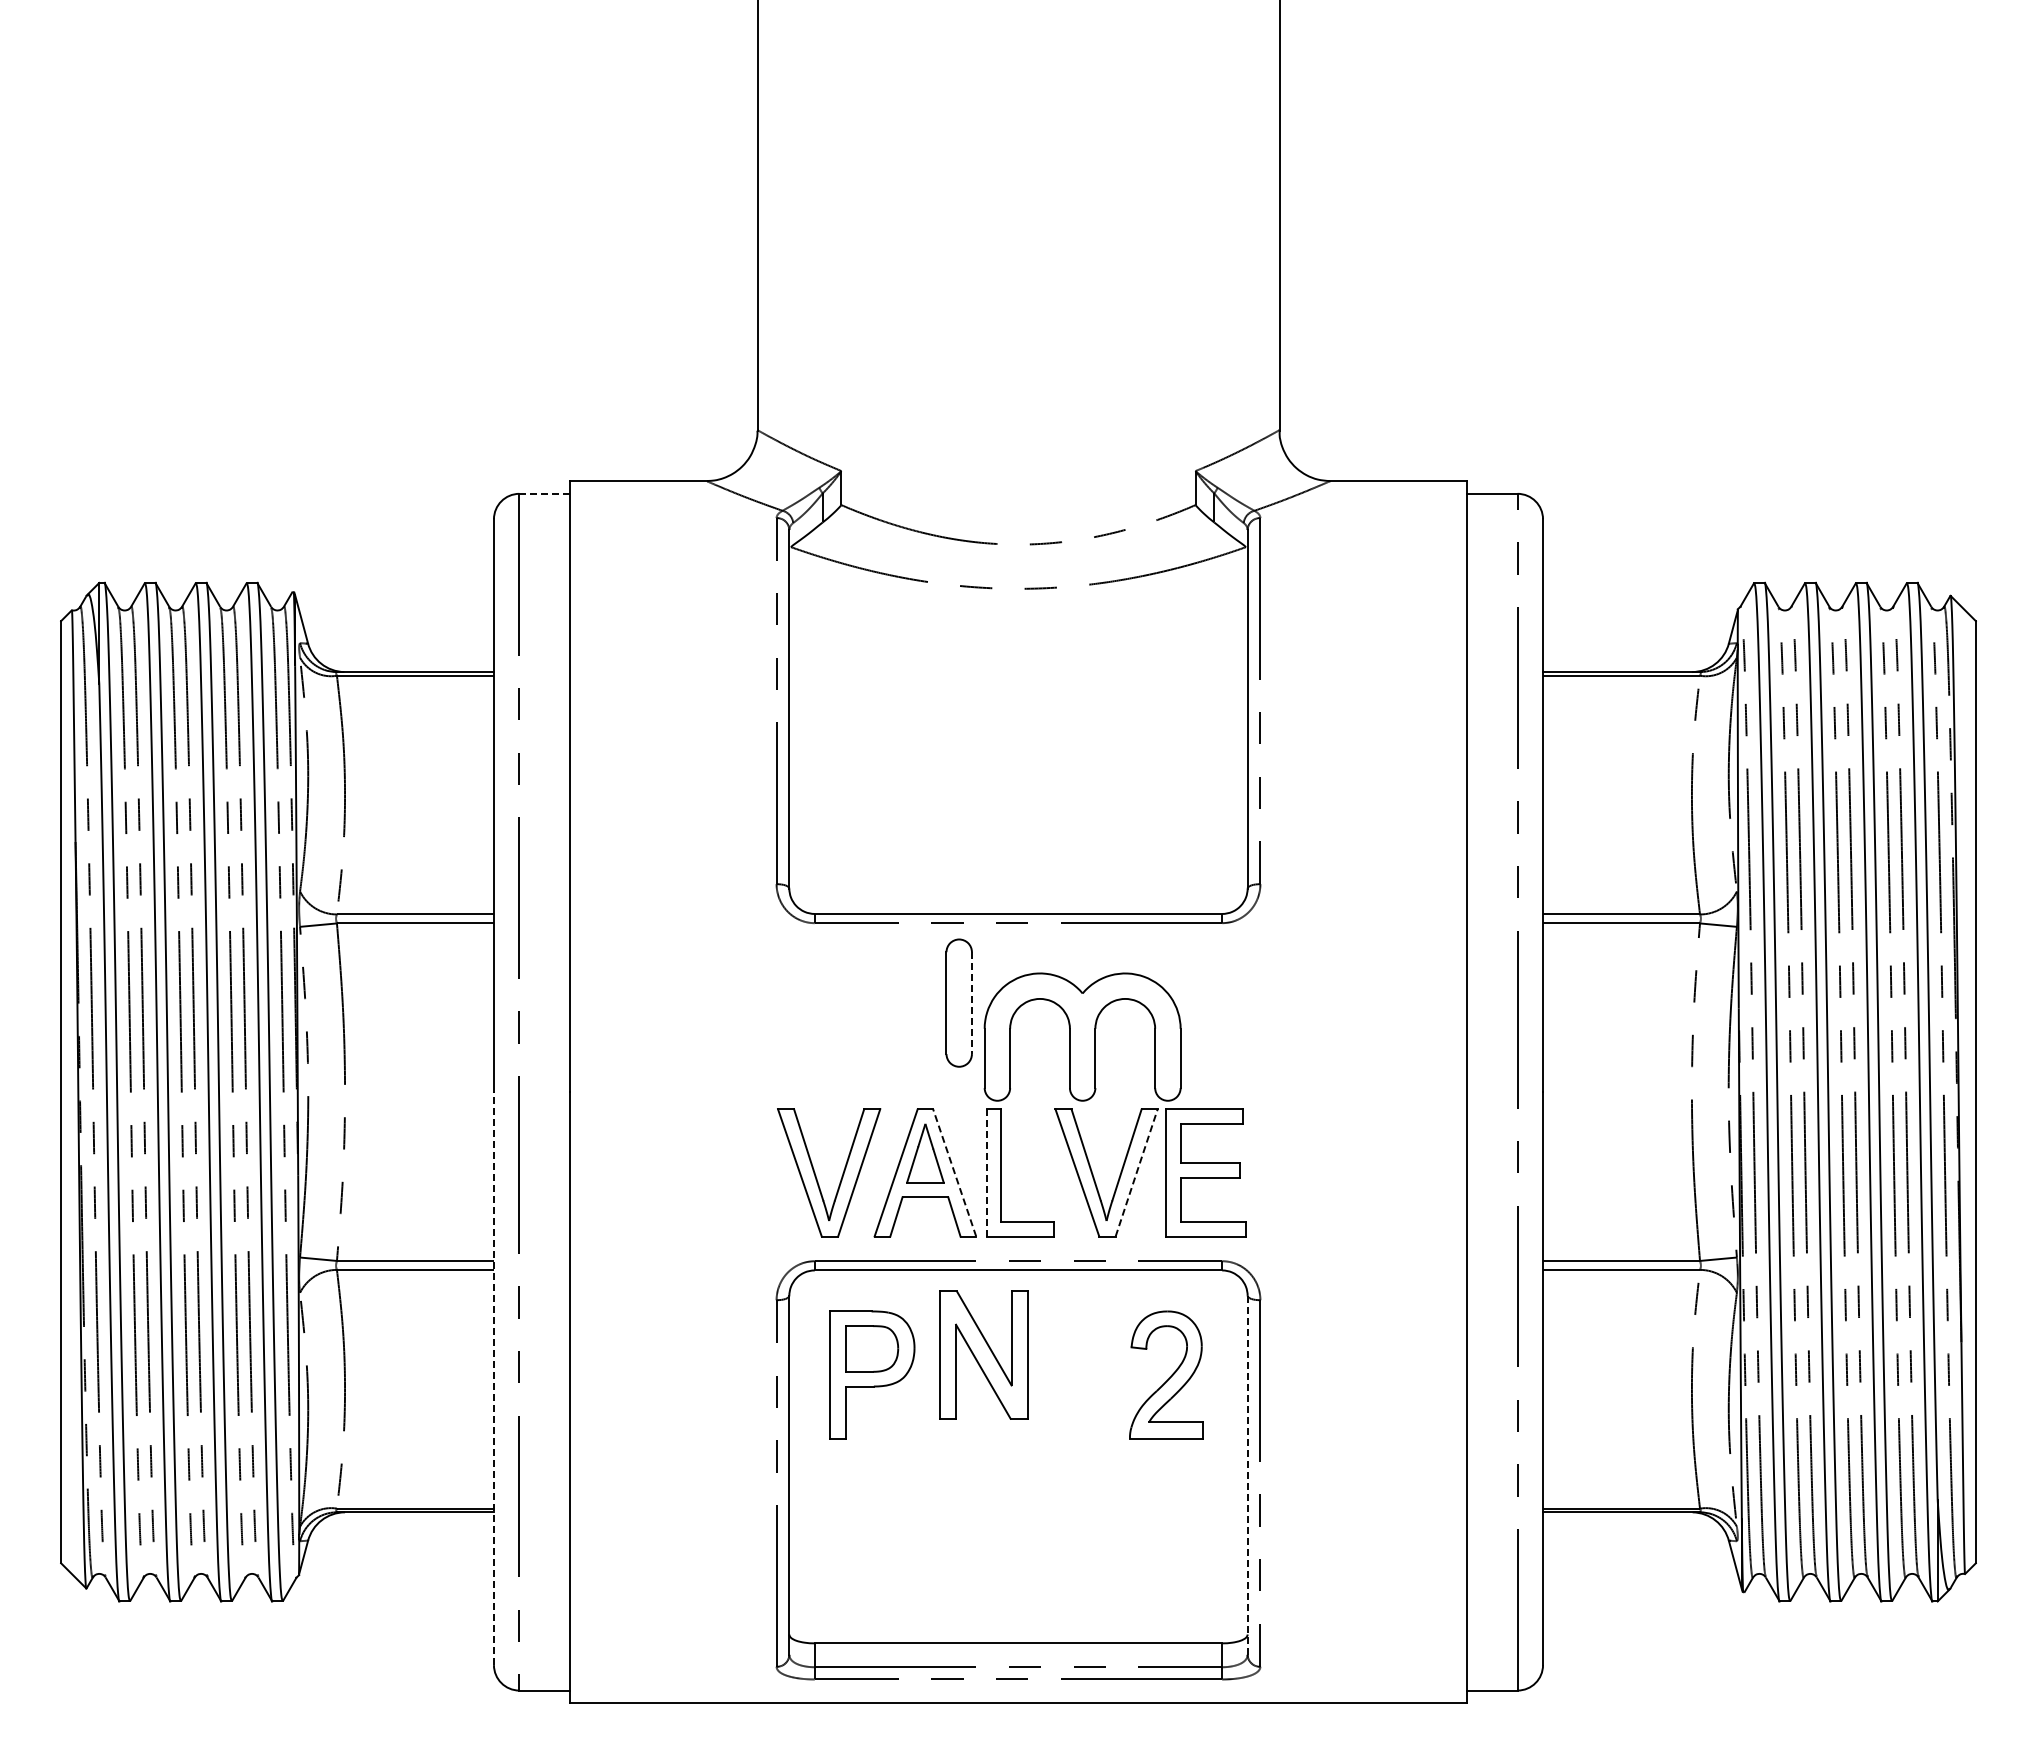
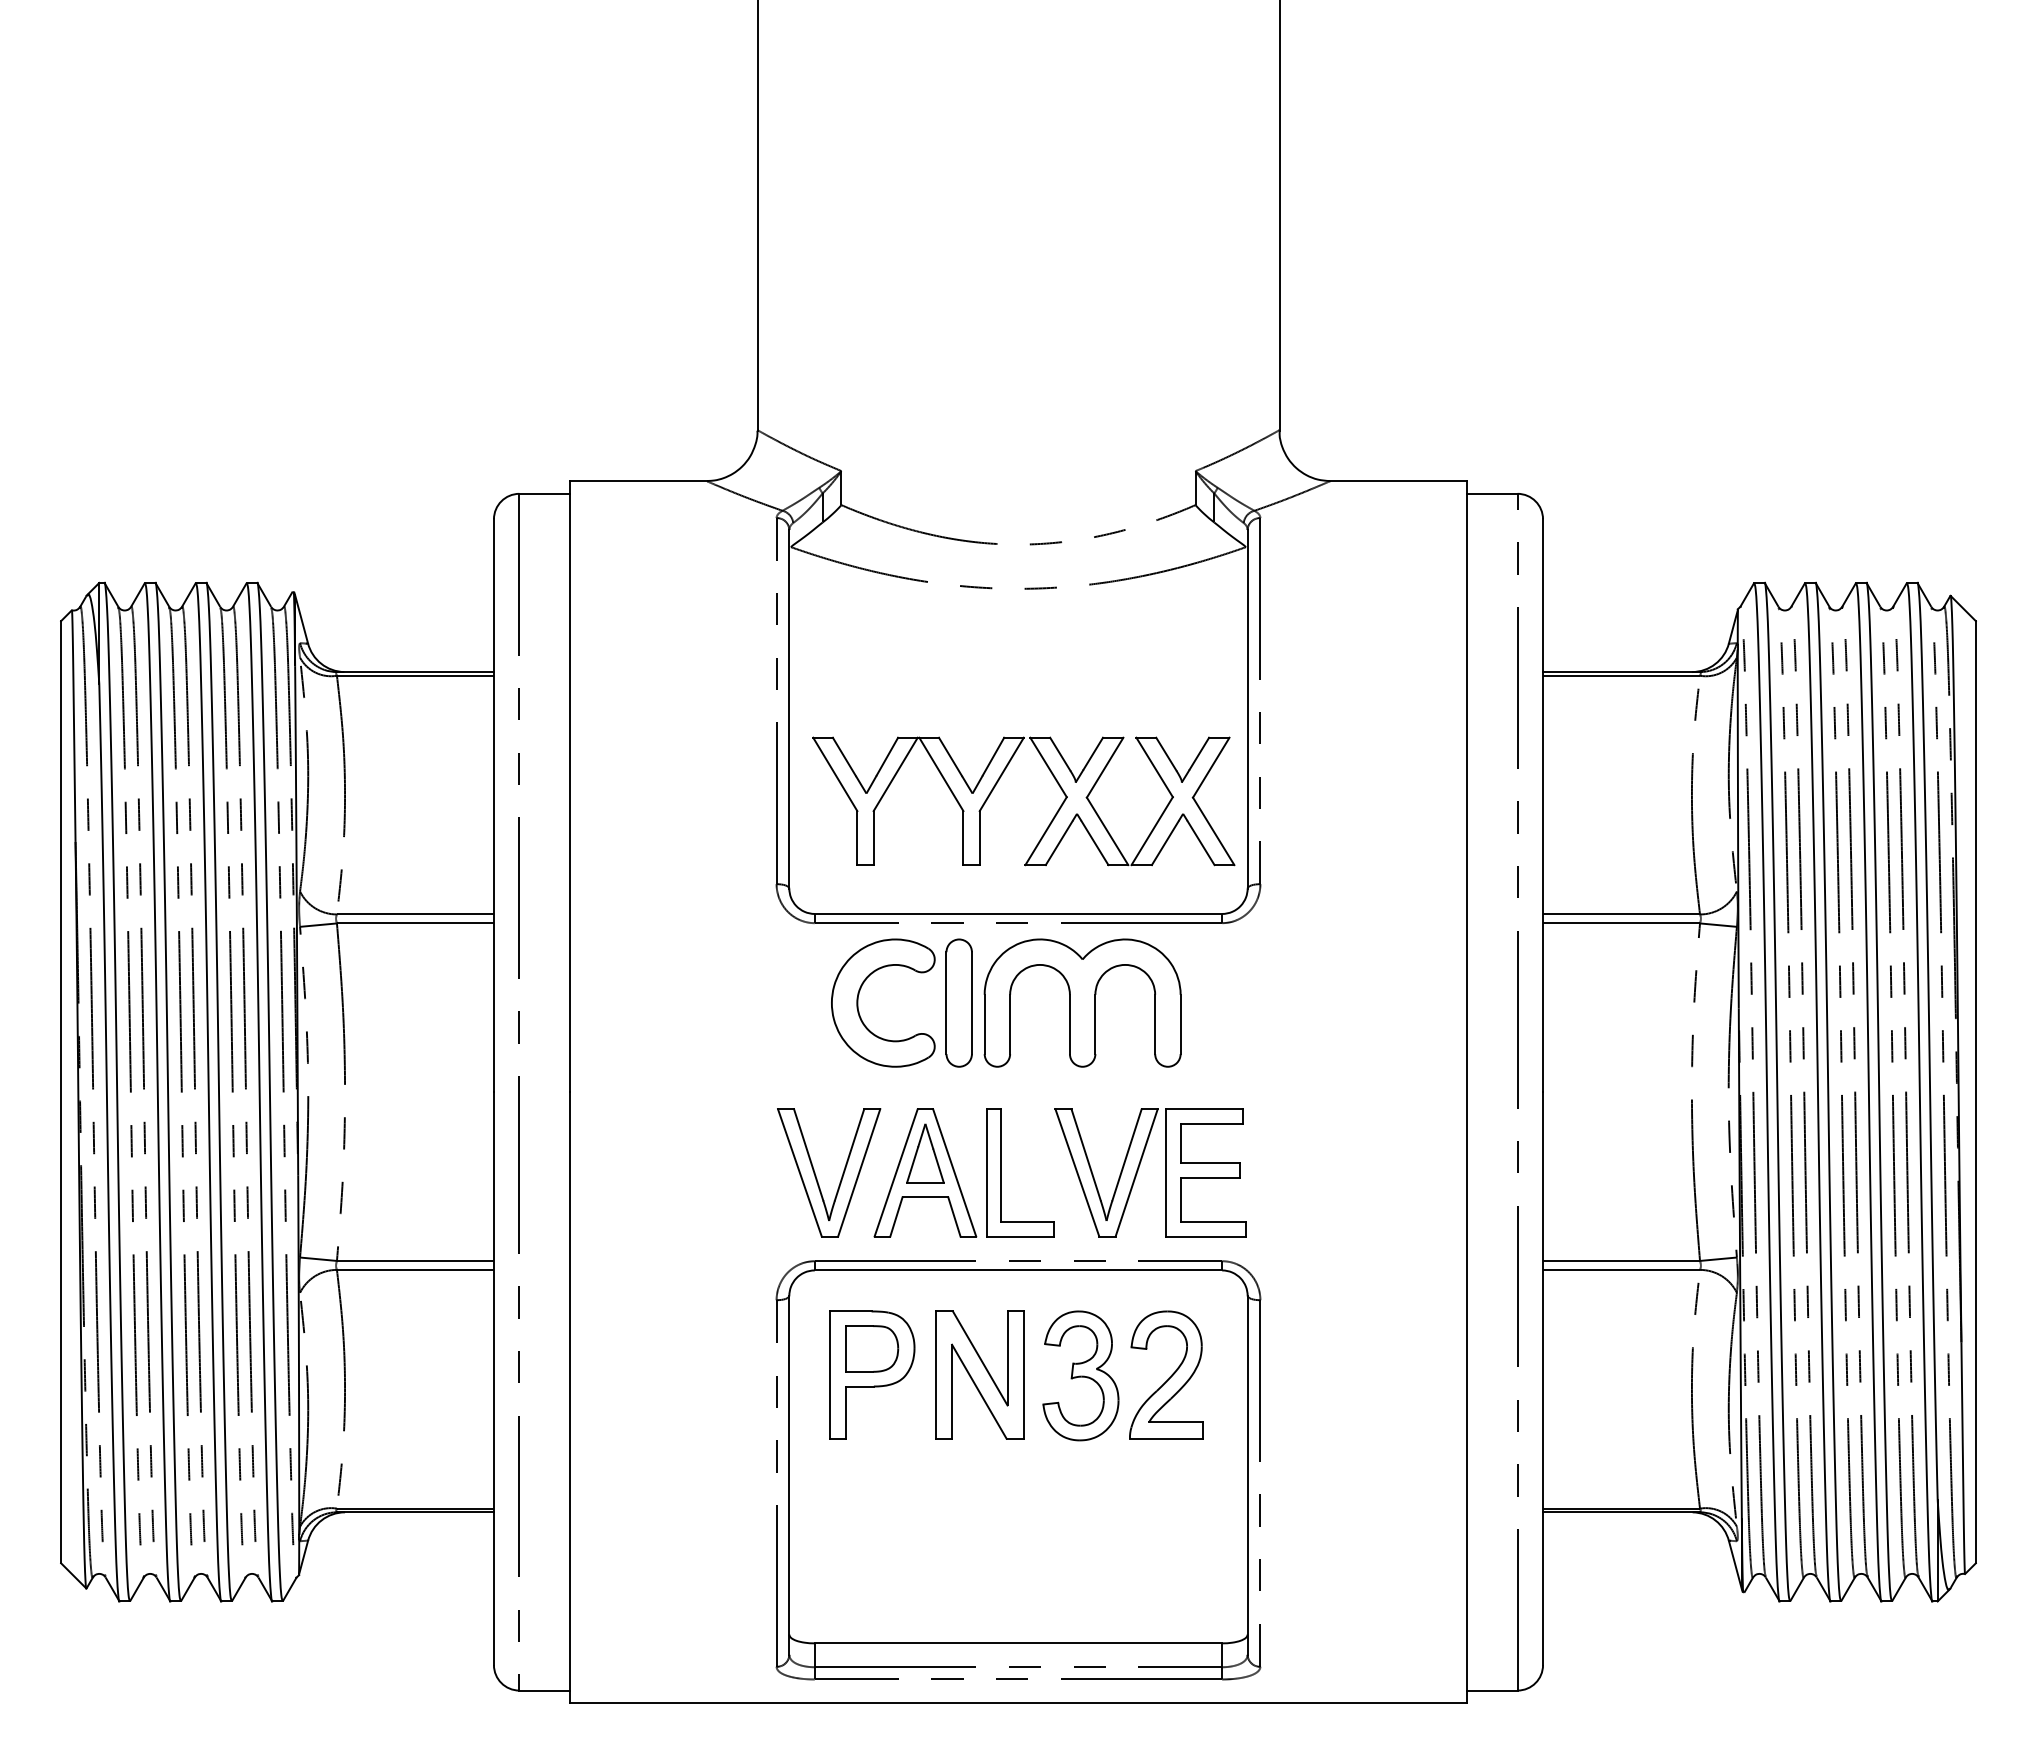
line at (544, 493): dashed -> solid
part at (996, 785): none -> present
part at (858, 1002): none -> present
line at (971, 1003): dashed -> solid
part at (1082, 1036) position: (1082, 1036) -> (1082, 1002)
line at (954, 1172): dashed -> solid
line at (986, 1172): dashed -> solid
line at (1136, 1172): dashed -> solid
part at (983, 1354) position: (983, 1354) -> (979, 1374)
part at (1080, 1375): none -> present
line at (493, 1378): dashed -> solid
line at (1247, 1474): dashed -> solid
